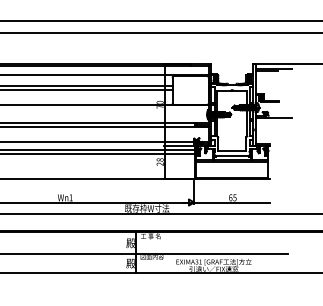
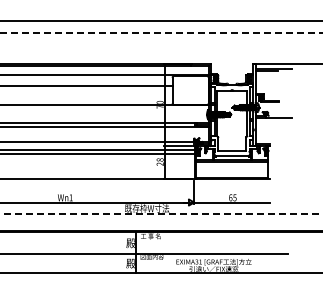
line at (161, 32): solid -> dashed
line at (87, 90): present -> none
line at (161, 214): solid -> dashed
